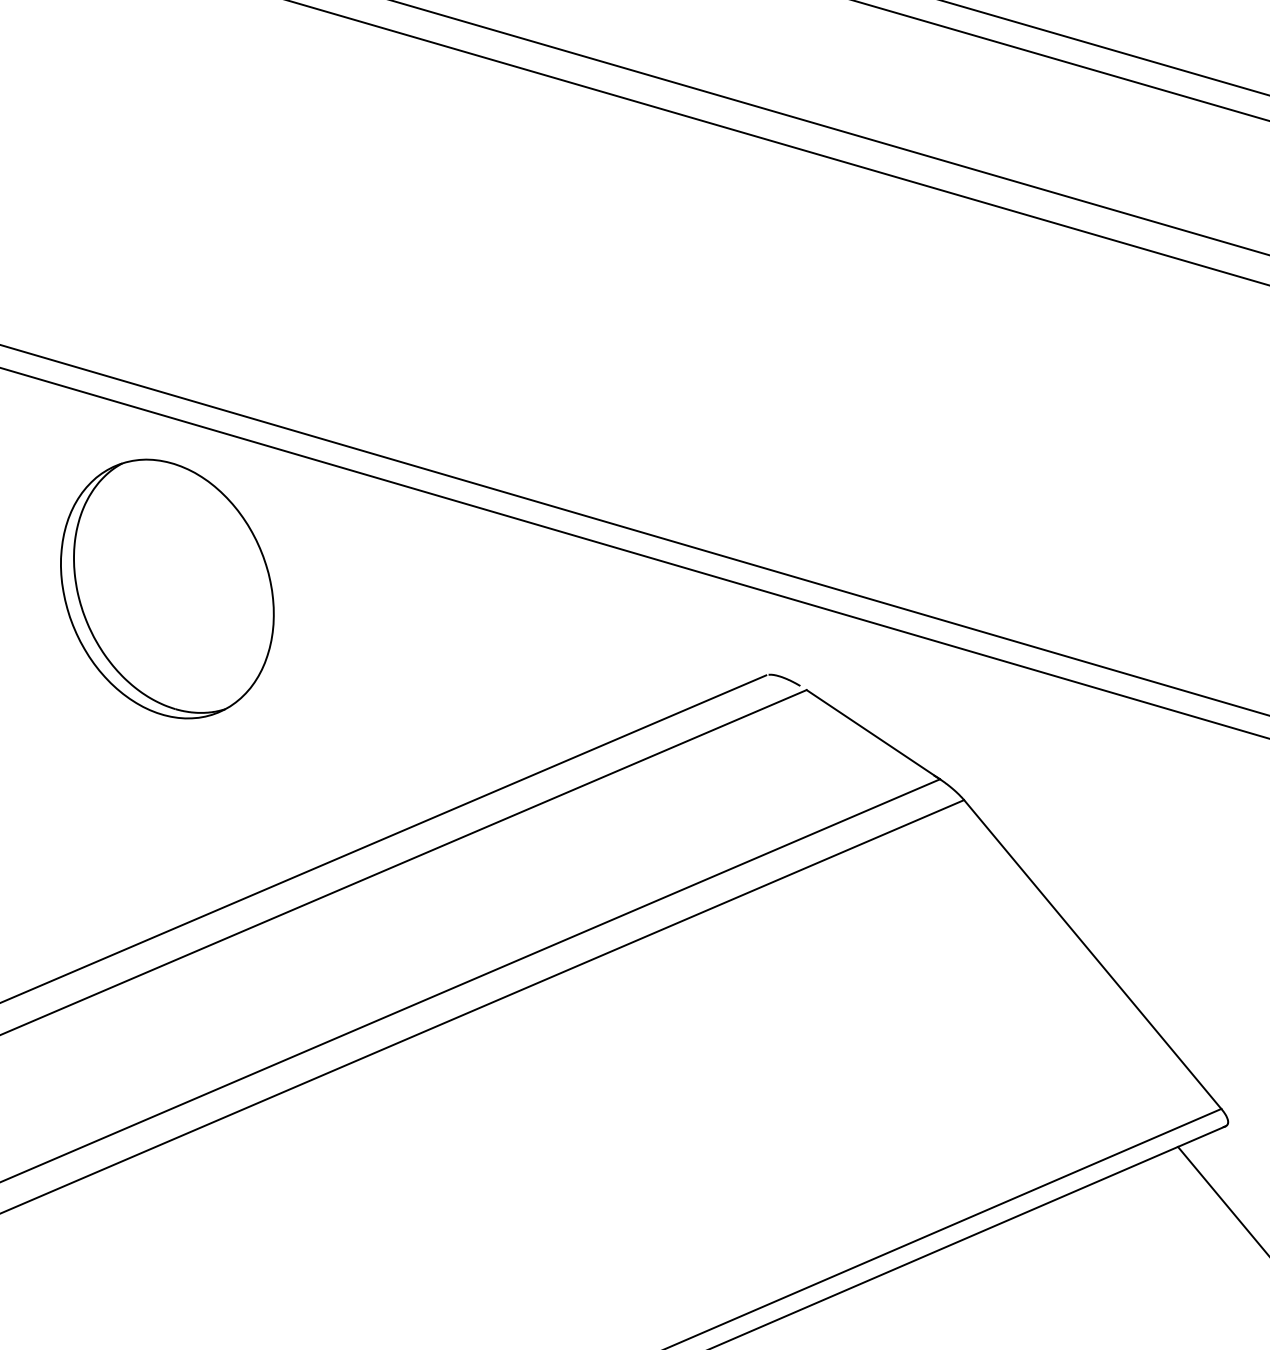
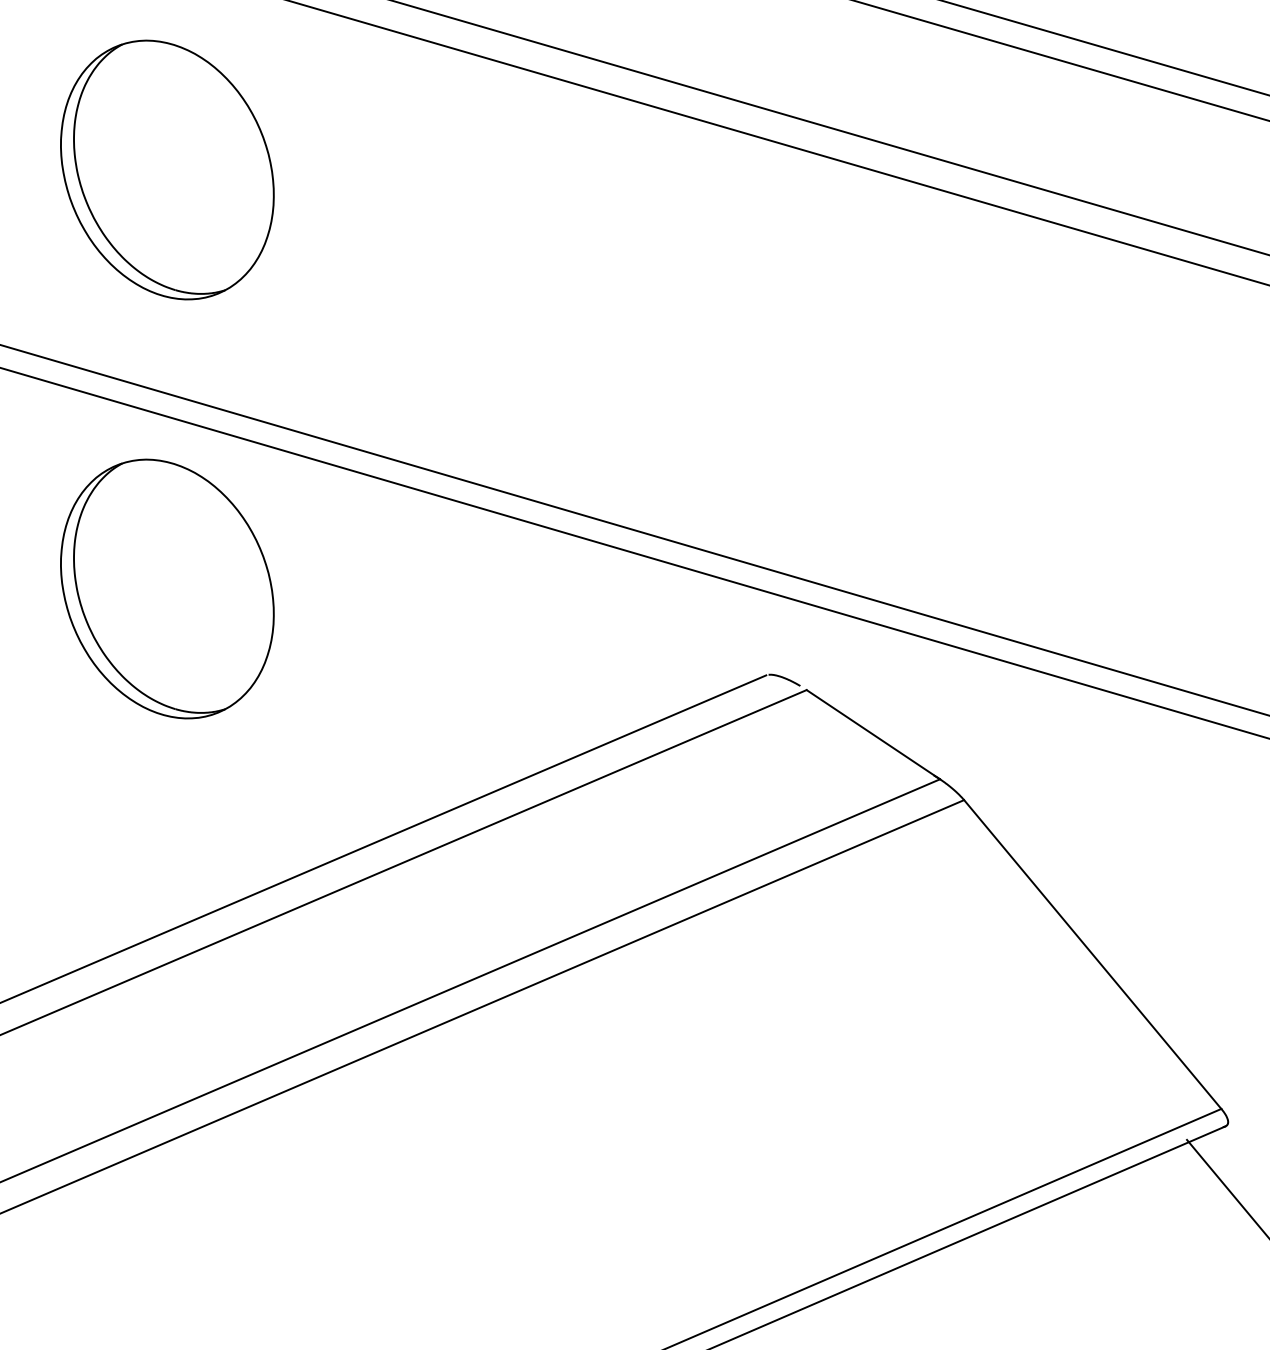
part at (167, 169): none -> present
line at (1222, 1199) position: (1222, 1199) -> (1226, 1187)
